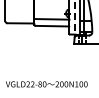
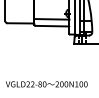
line at (75, 17): dashed -> solid
